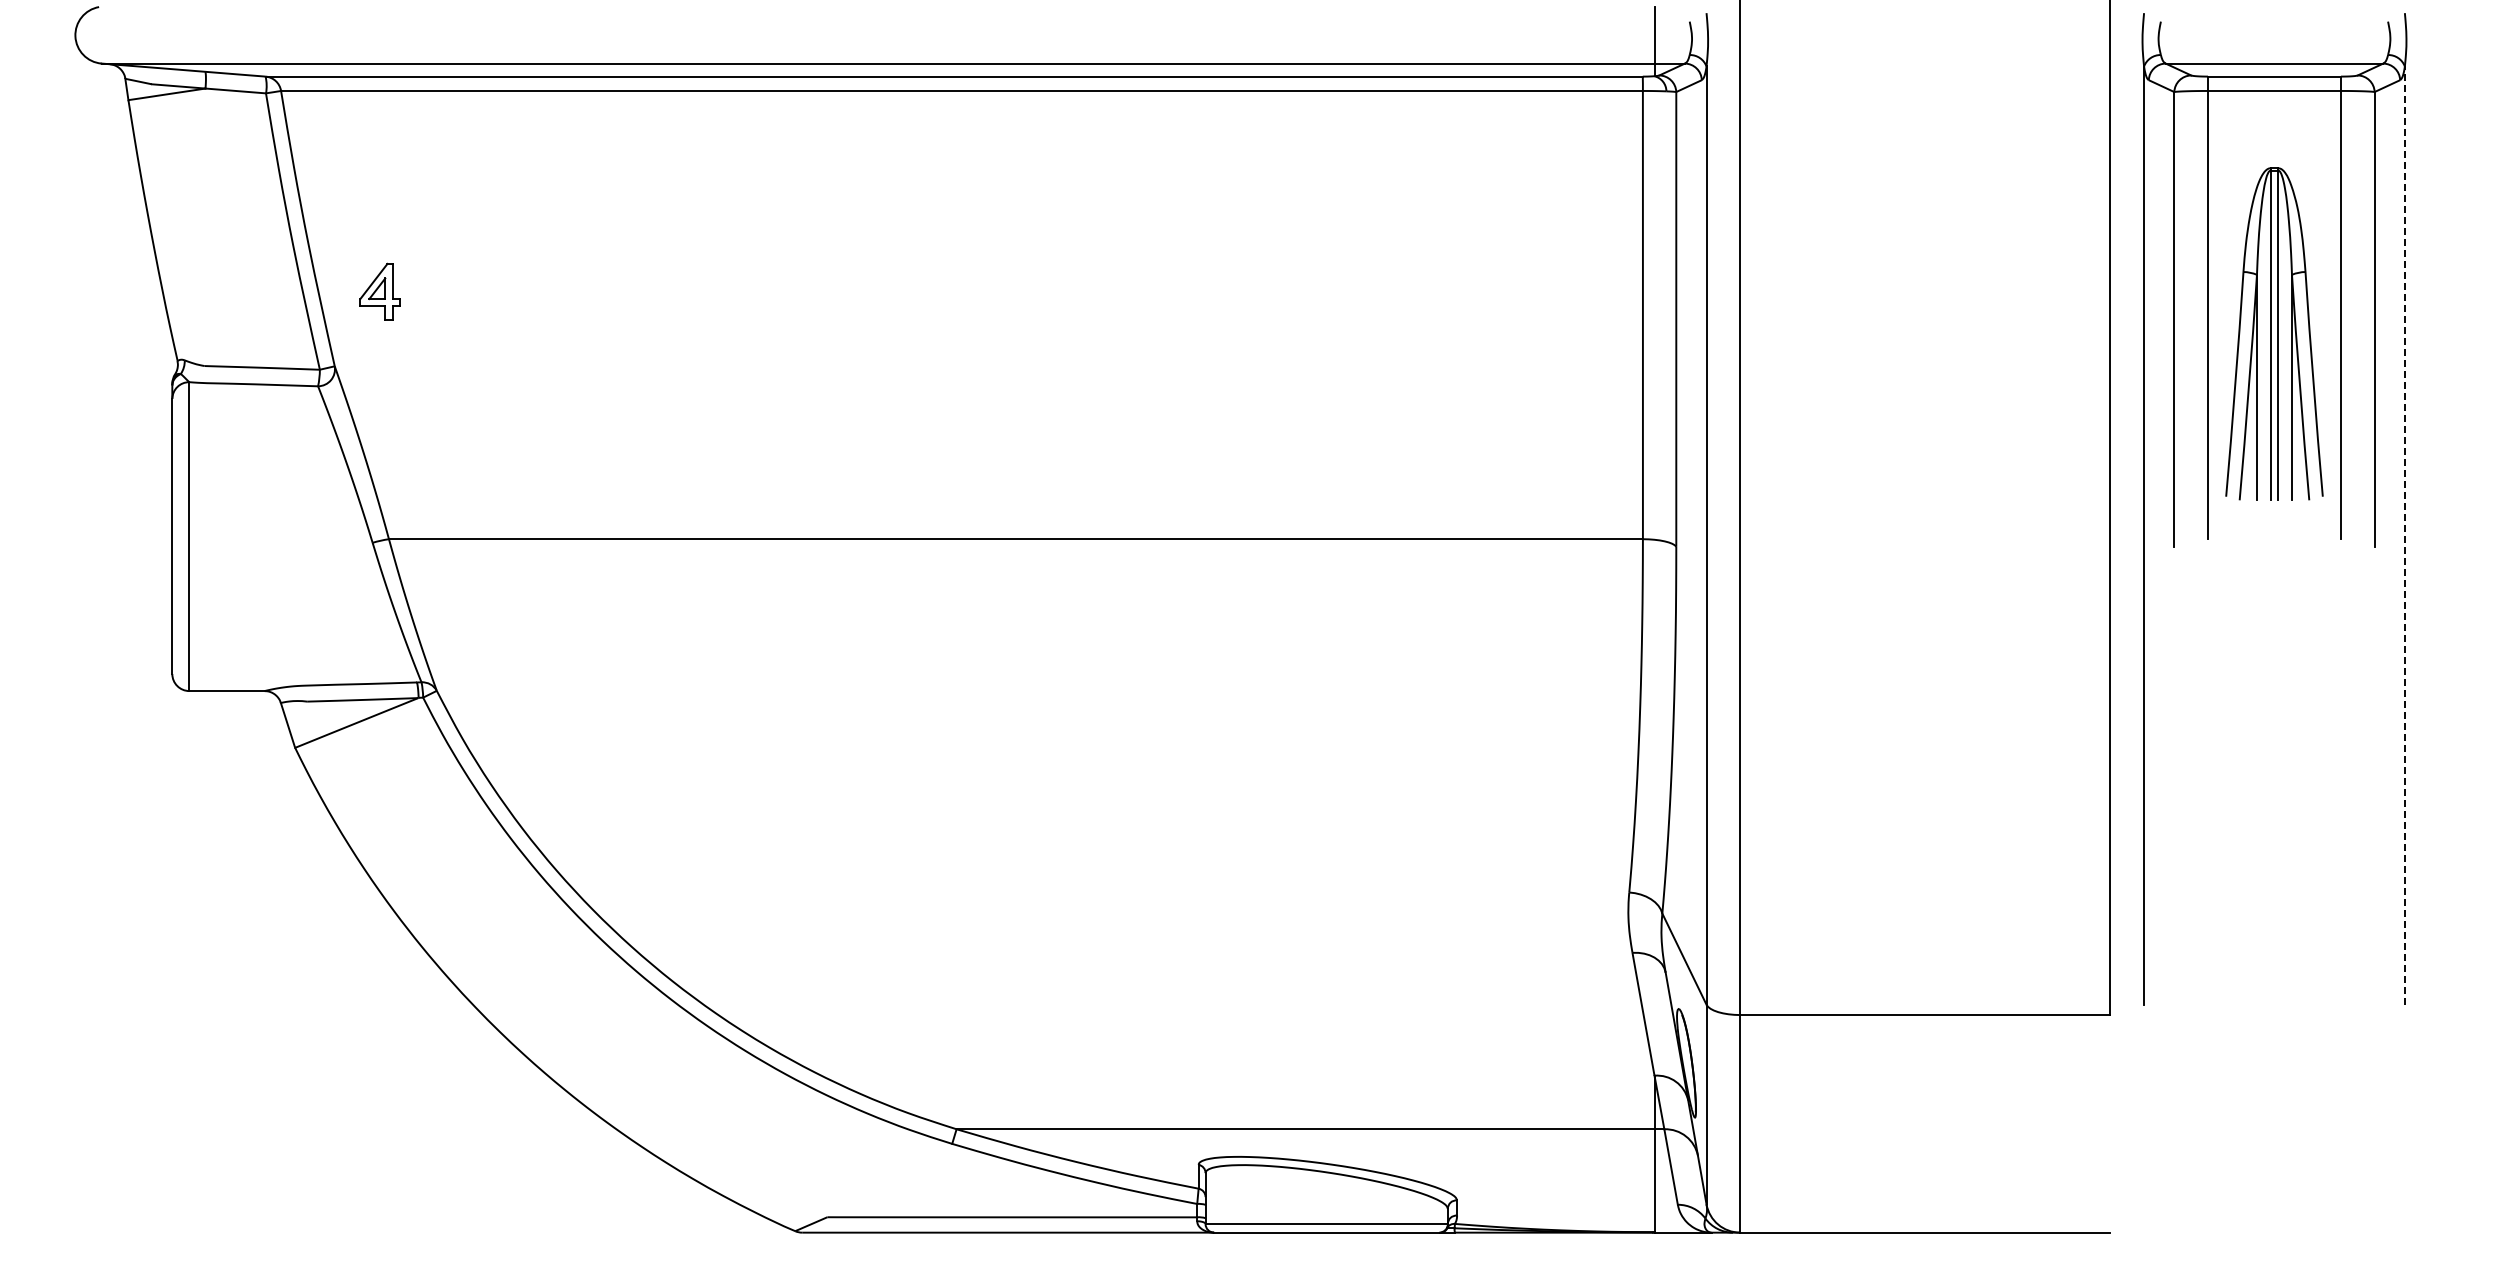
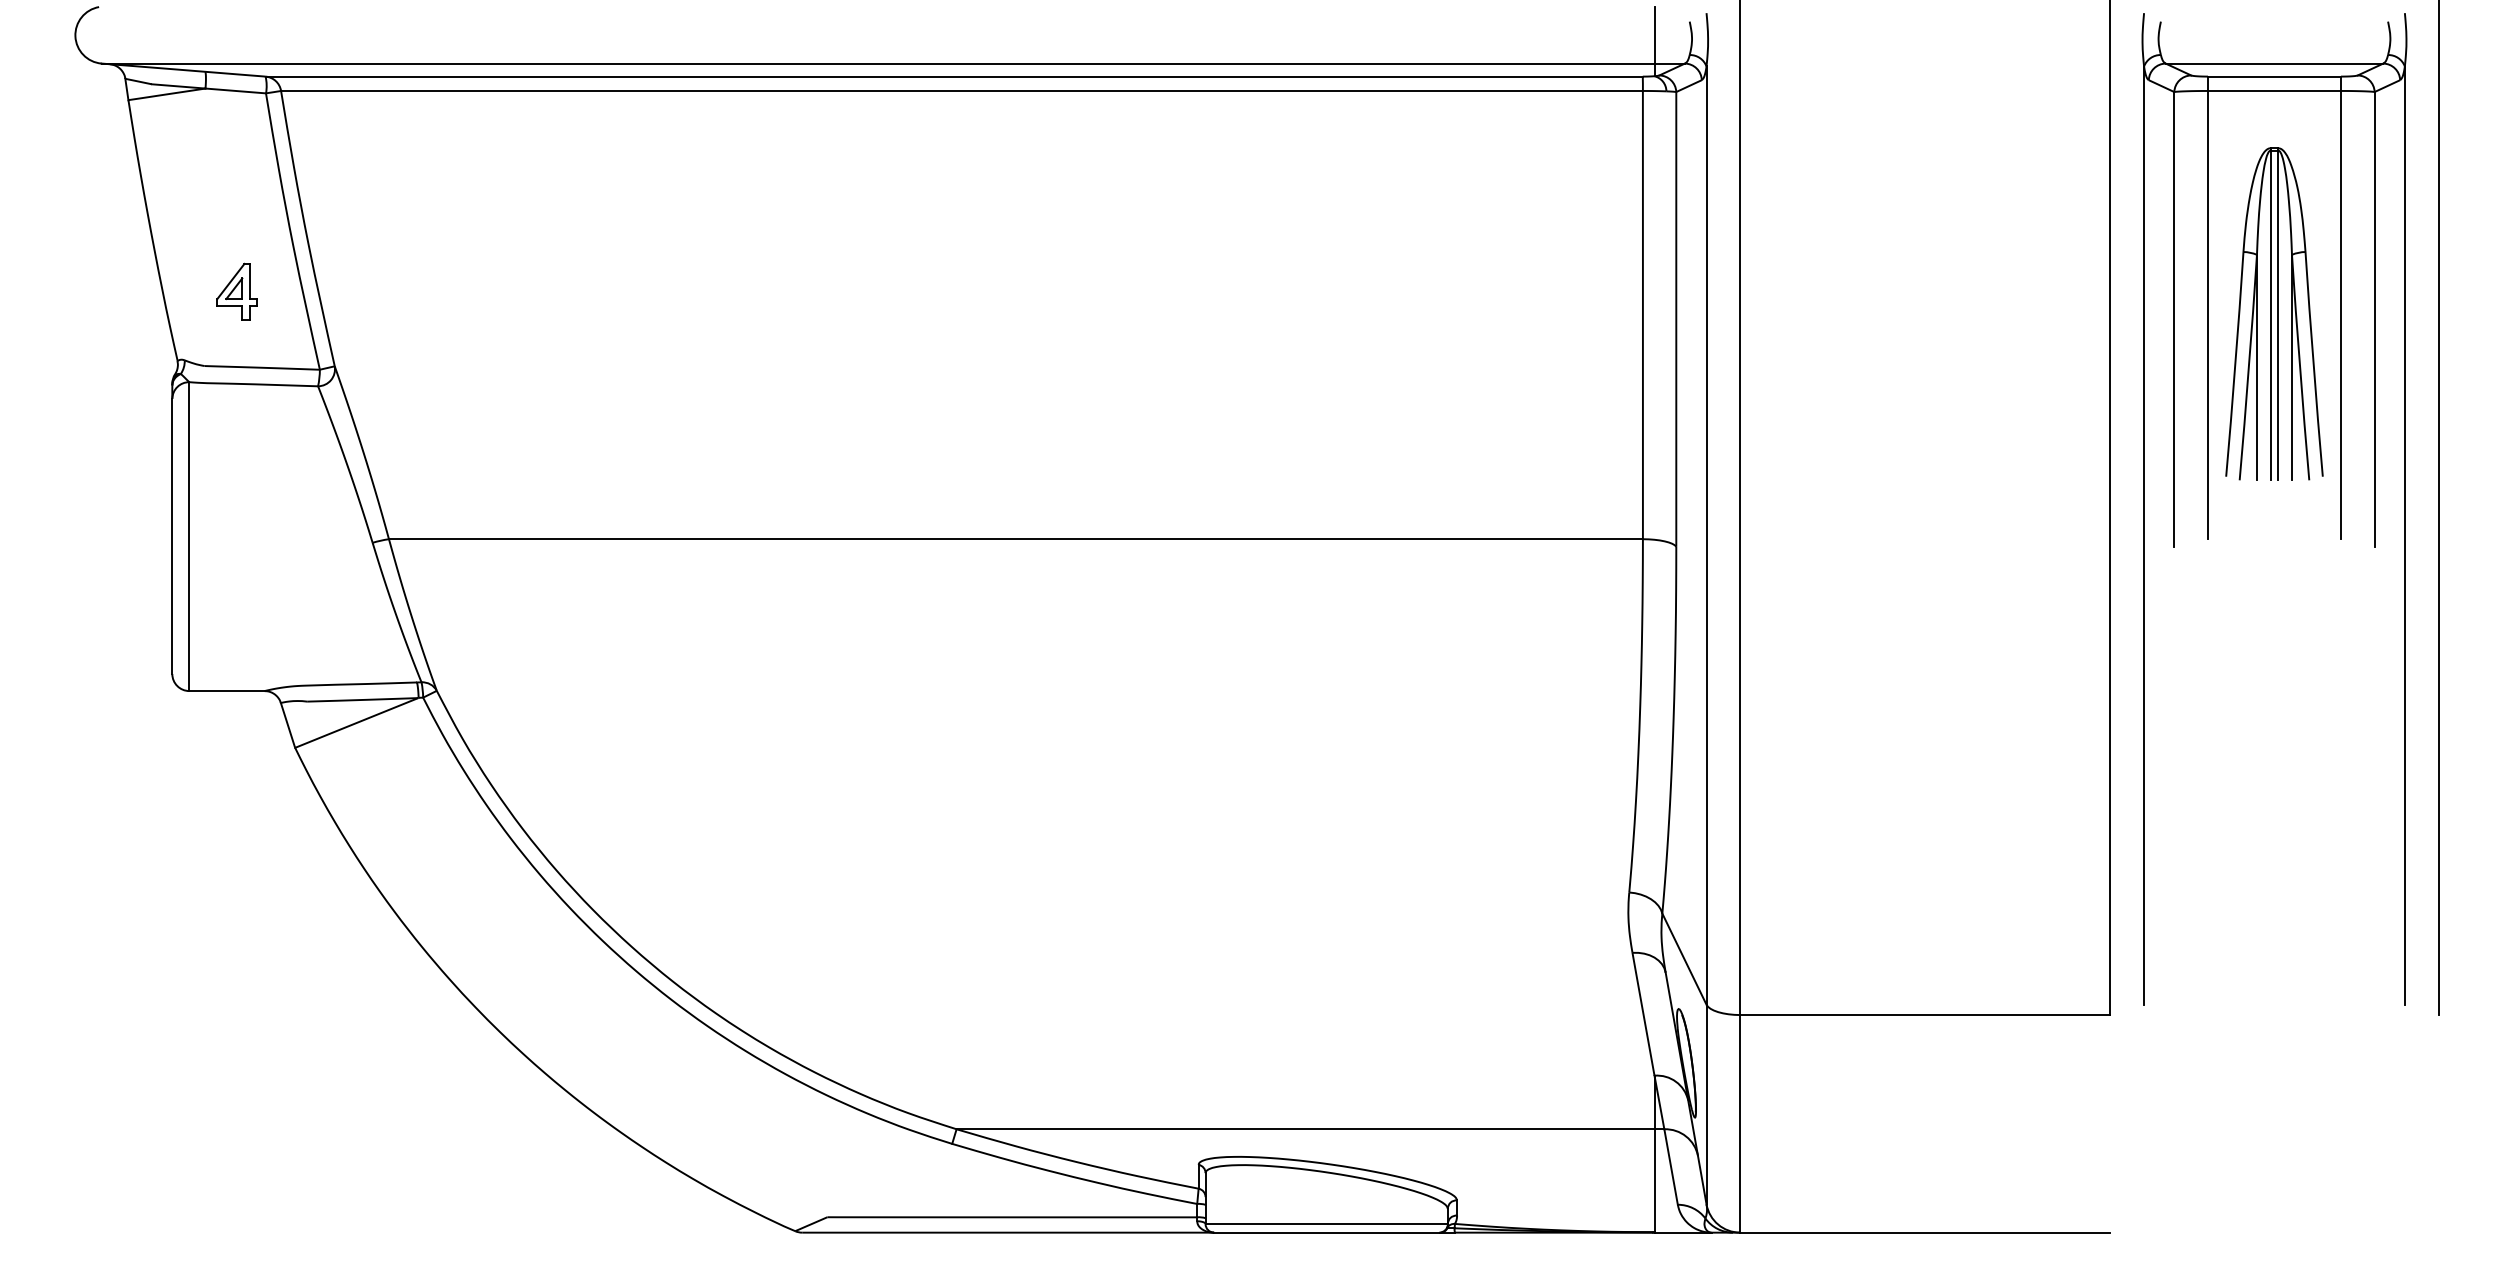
part at (379, 291) position: (379, 291) -> (236, 291)
part at (2274, 333) position: (2274, 333) -> (2274, 313)
line at (2438, 508): none -> present
line at (2404, 535): dashed -> solid
